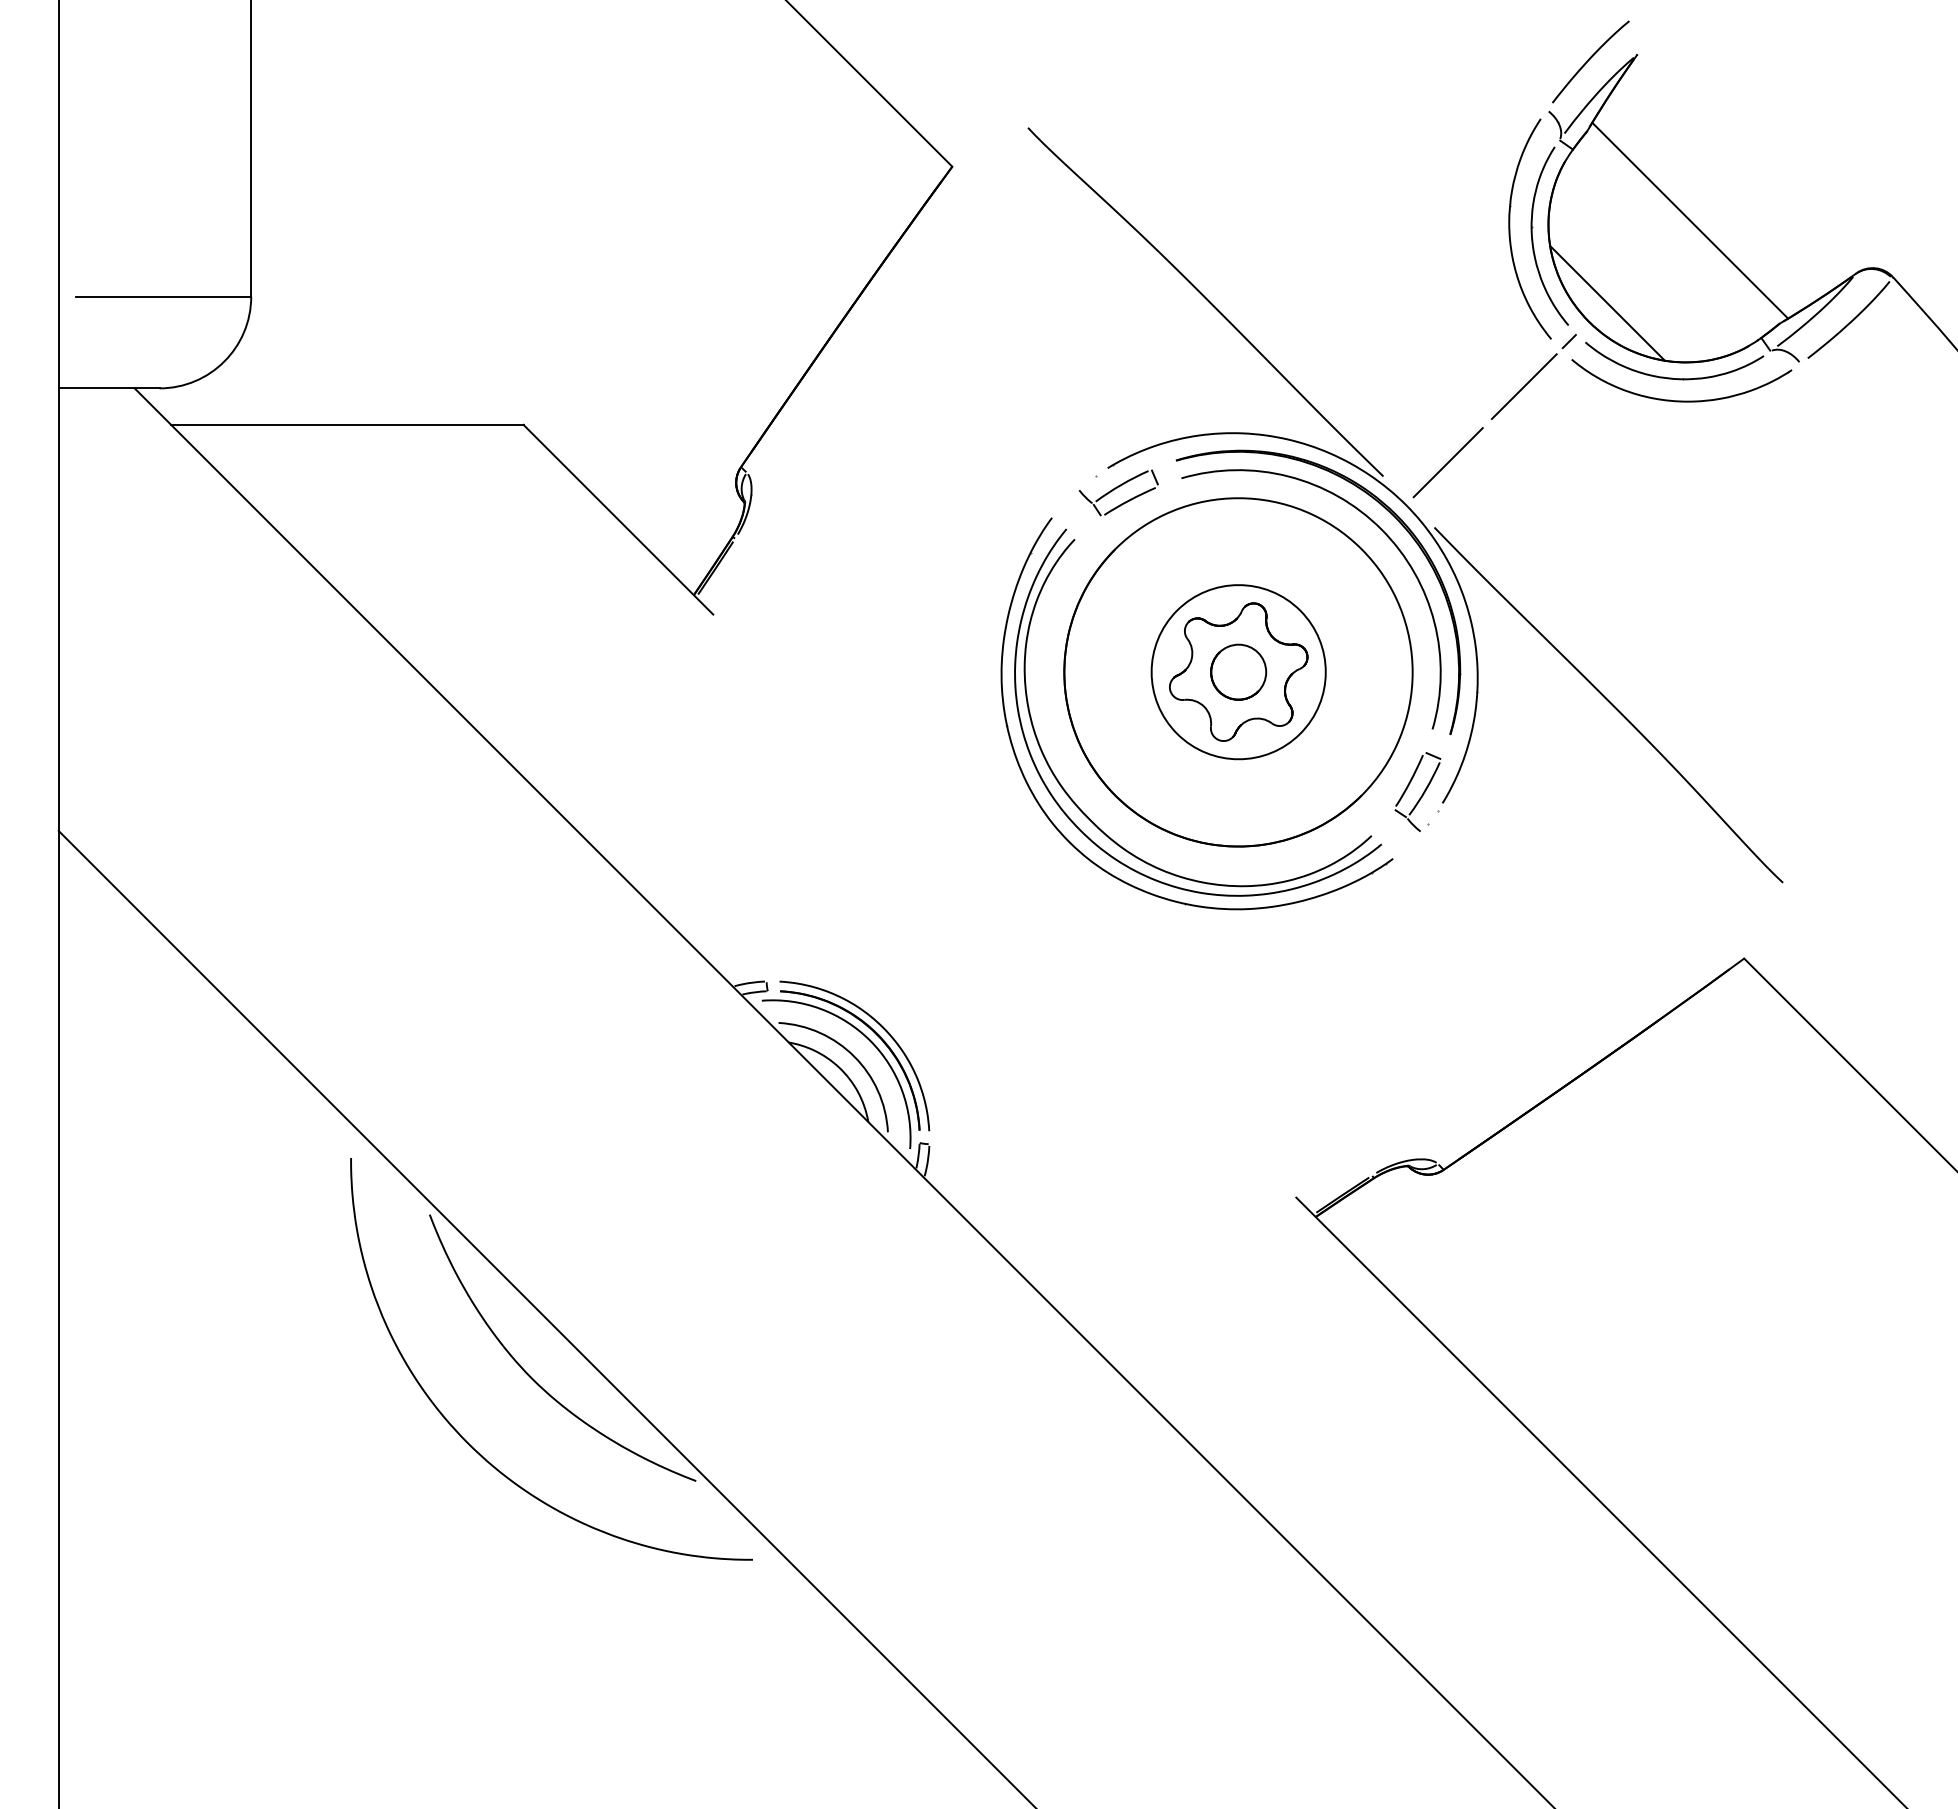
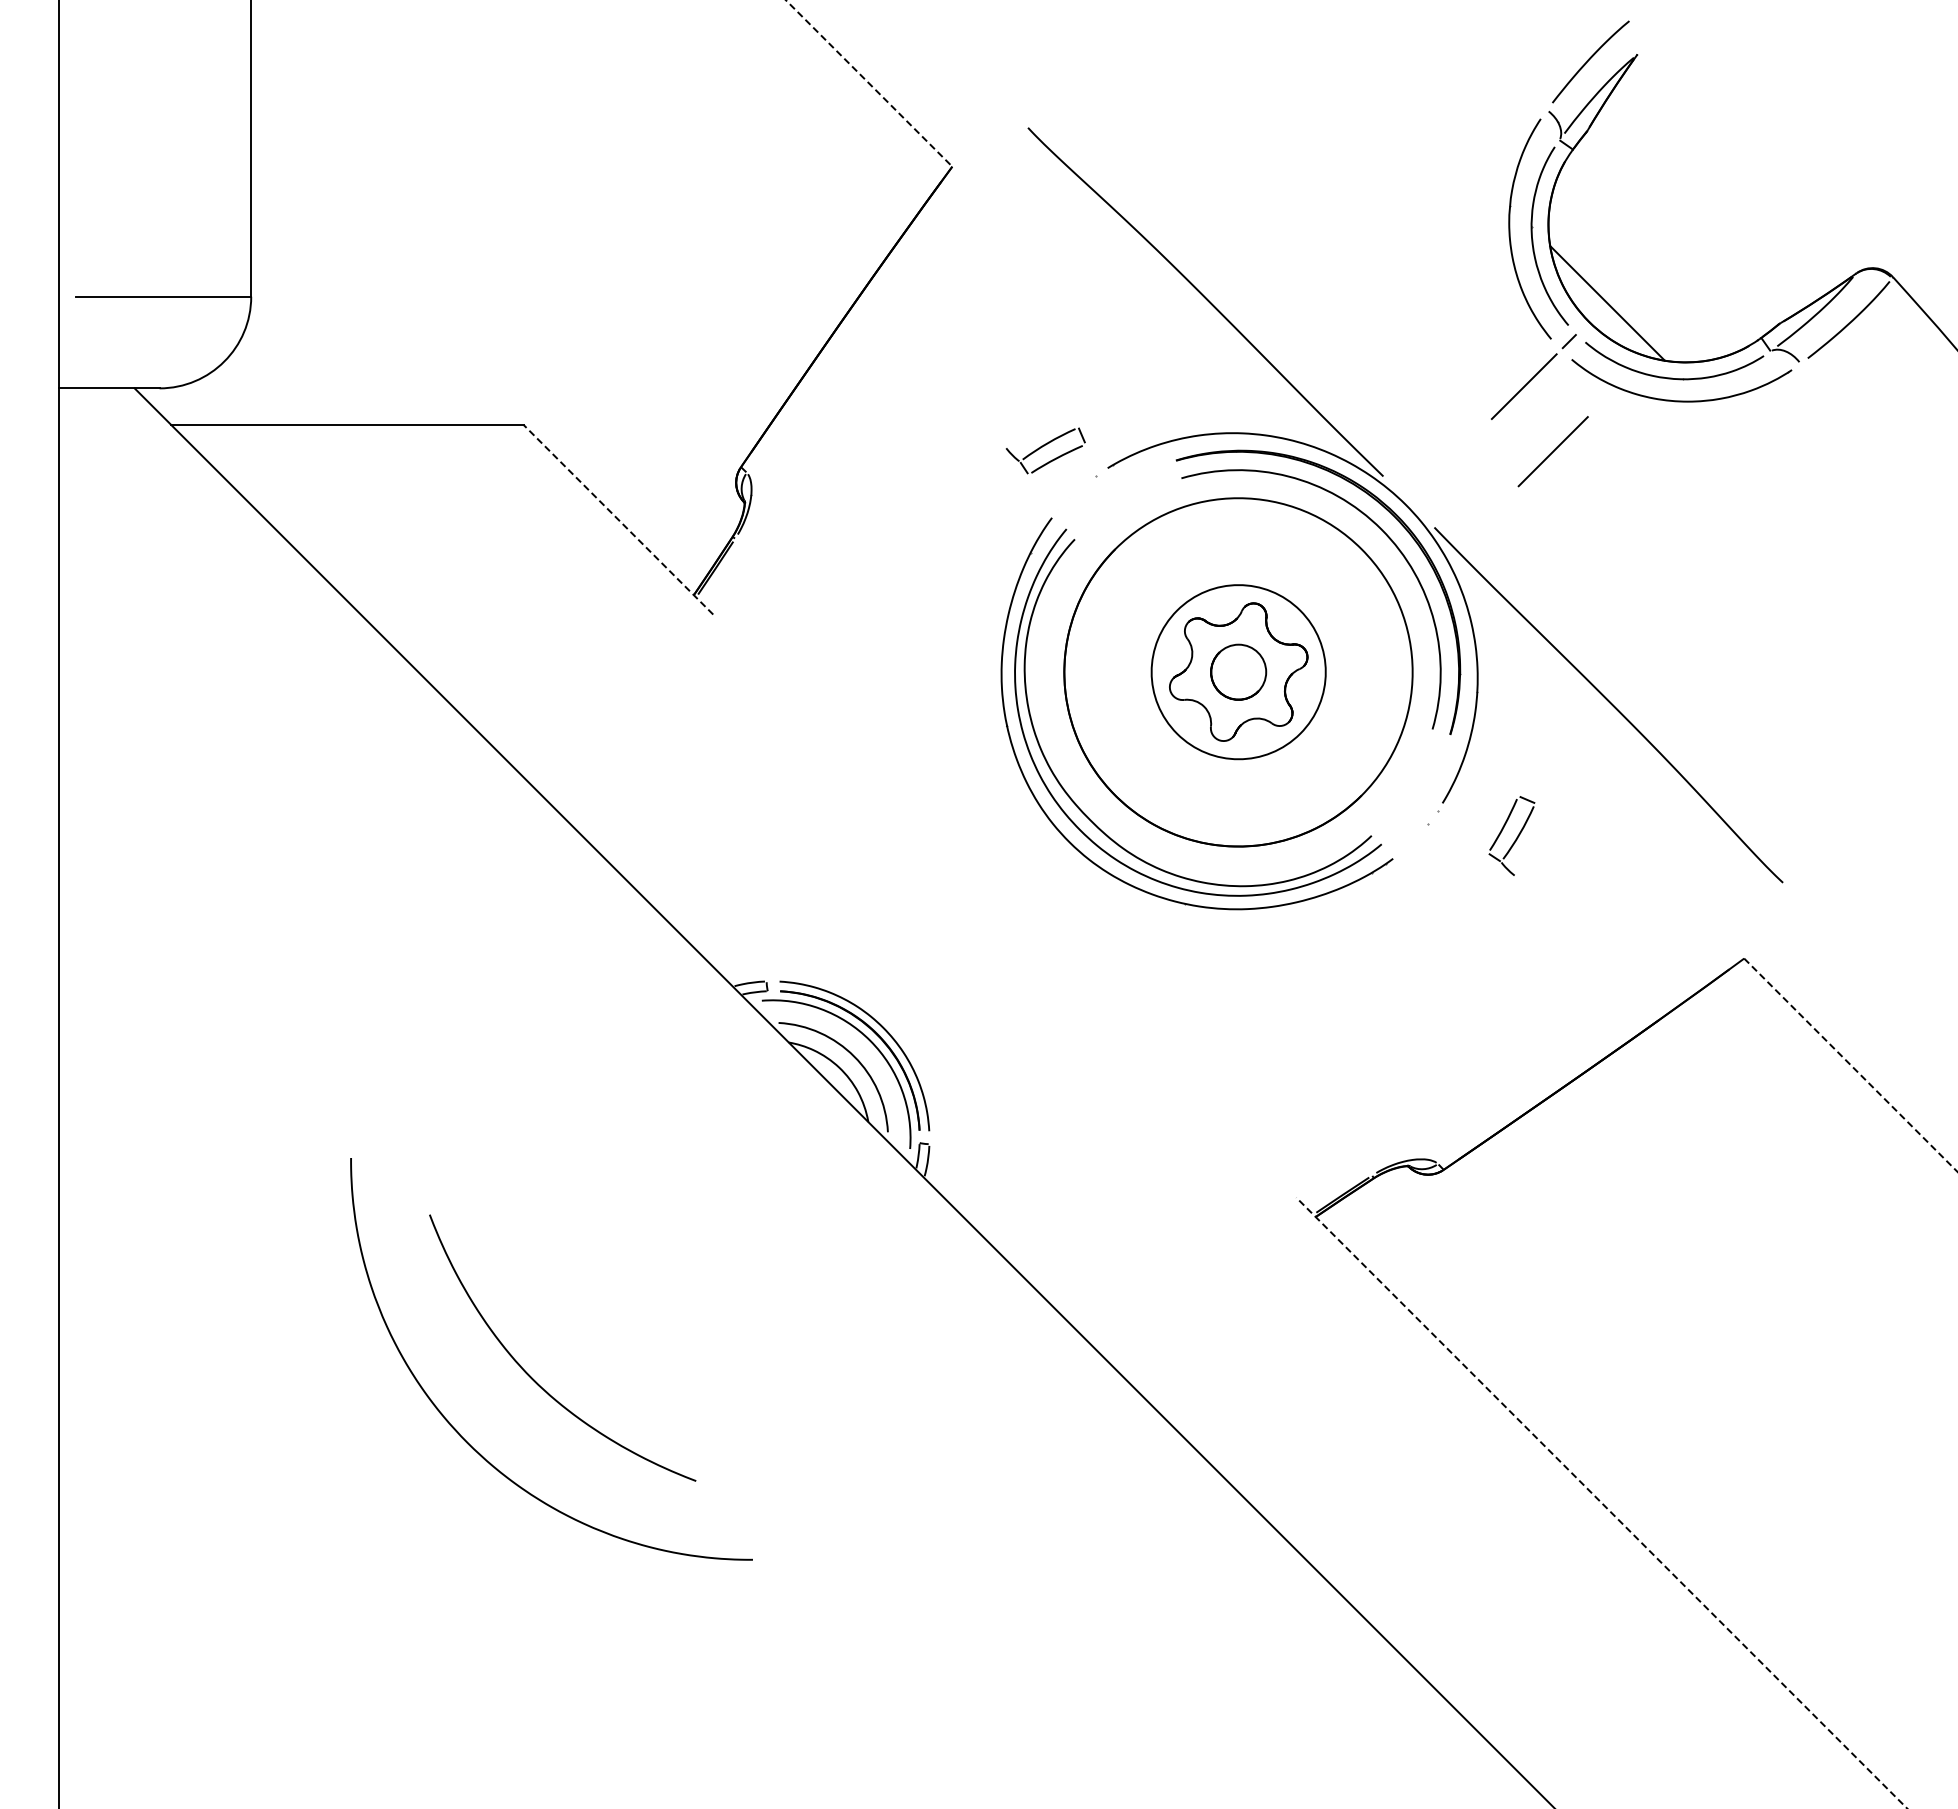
line at (869, 83): solid -> dashed
line at (1690, 220): present -> none
line at (1447, 462) position: (1447, 462) -> (1552, 451)
part at (1118, 492) position: (1118, 492) -> (1045, 450)
line at (618, 519): solid -> dashed
part at (1417, 791) position: (1417, 791) -> (1511, 835)
line at (1850, 1065): solid -> dashed
line at (545, 1317): present -> none
line at (1601, 1503): solid -> dashed
